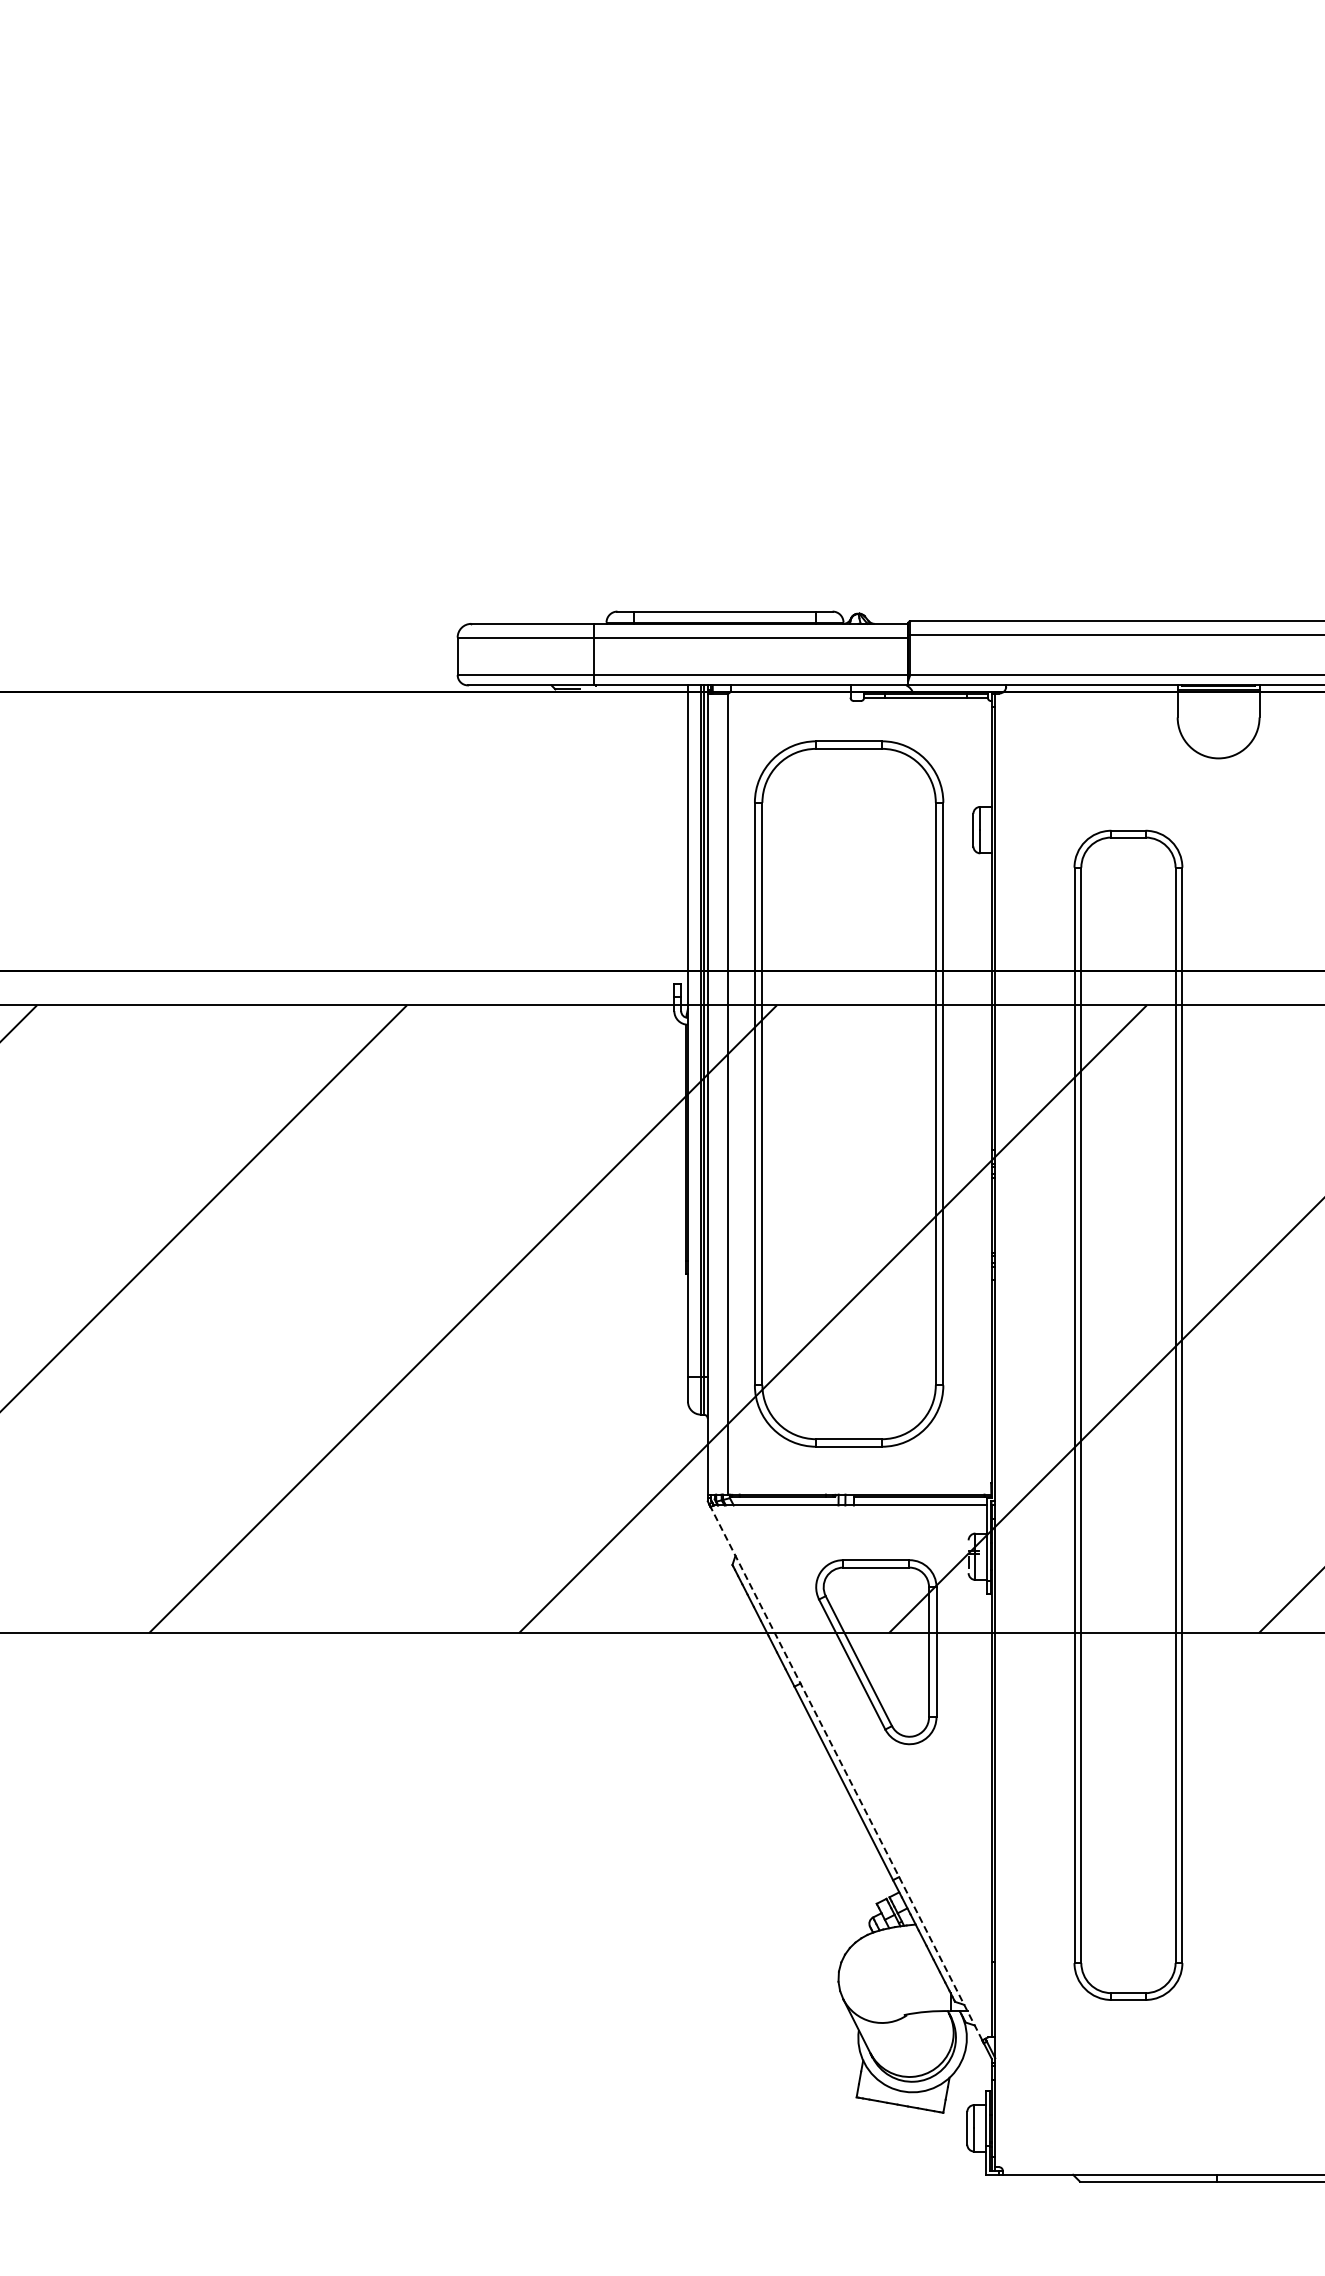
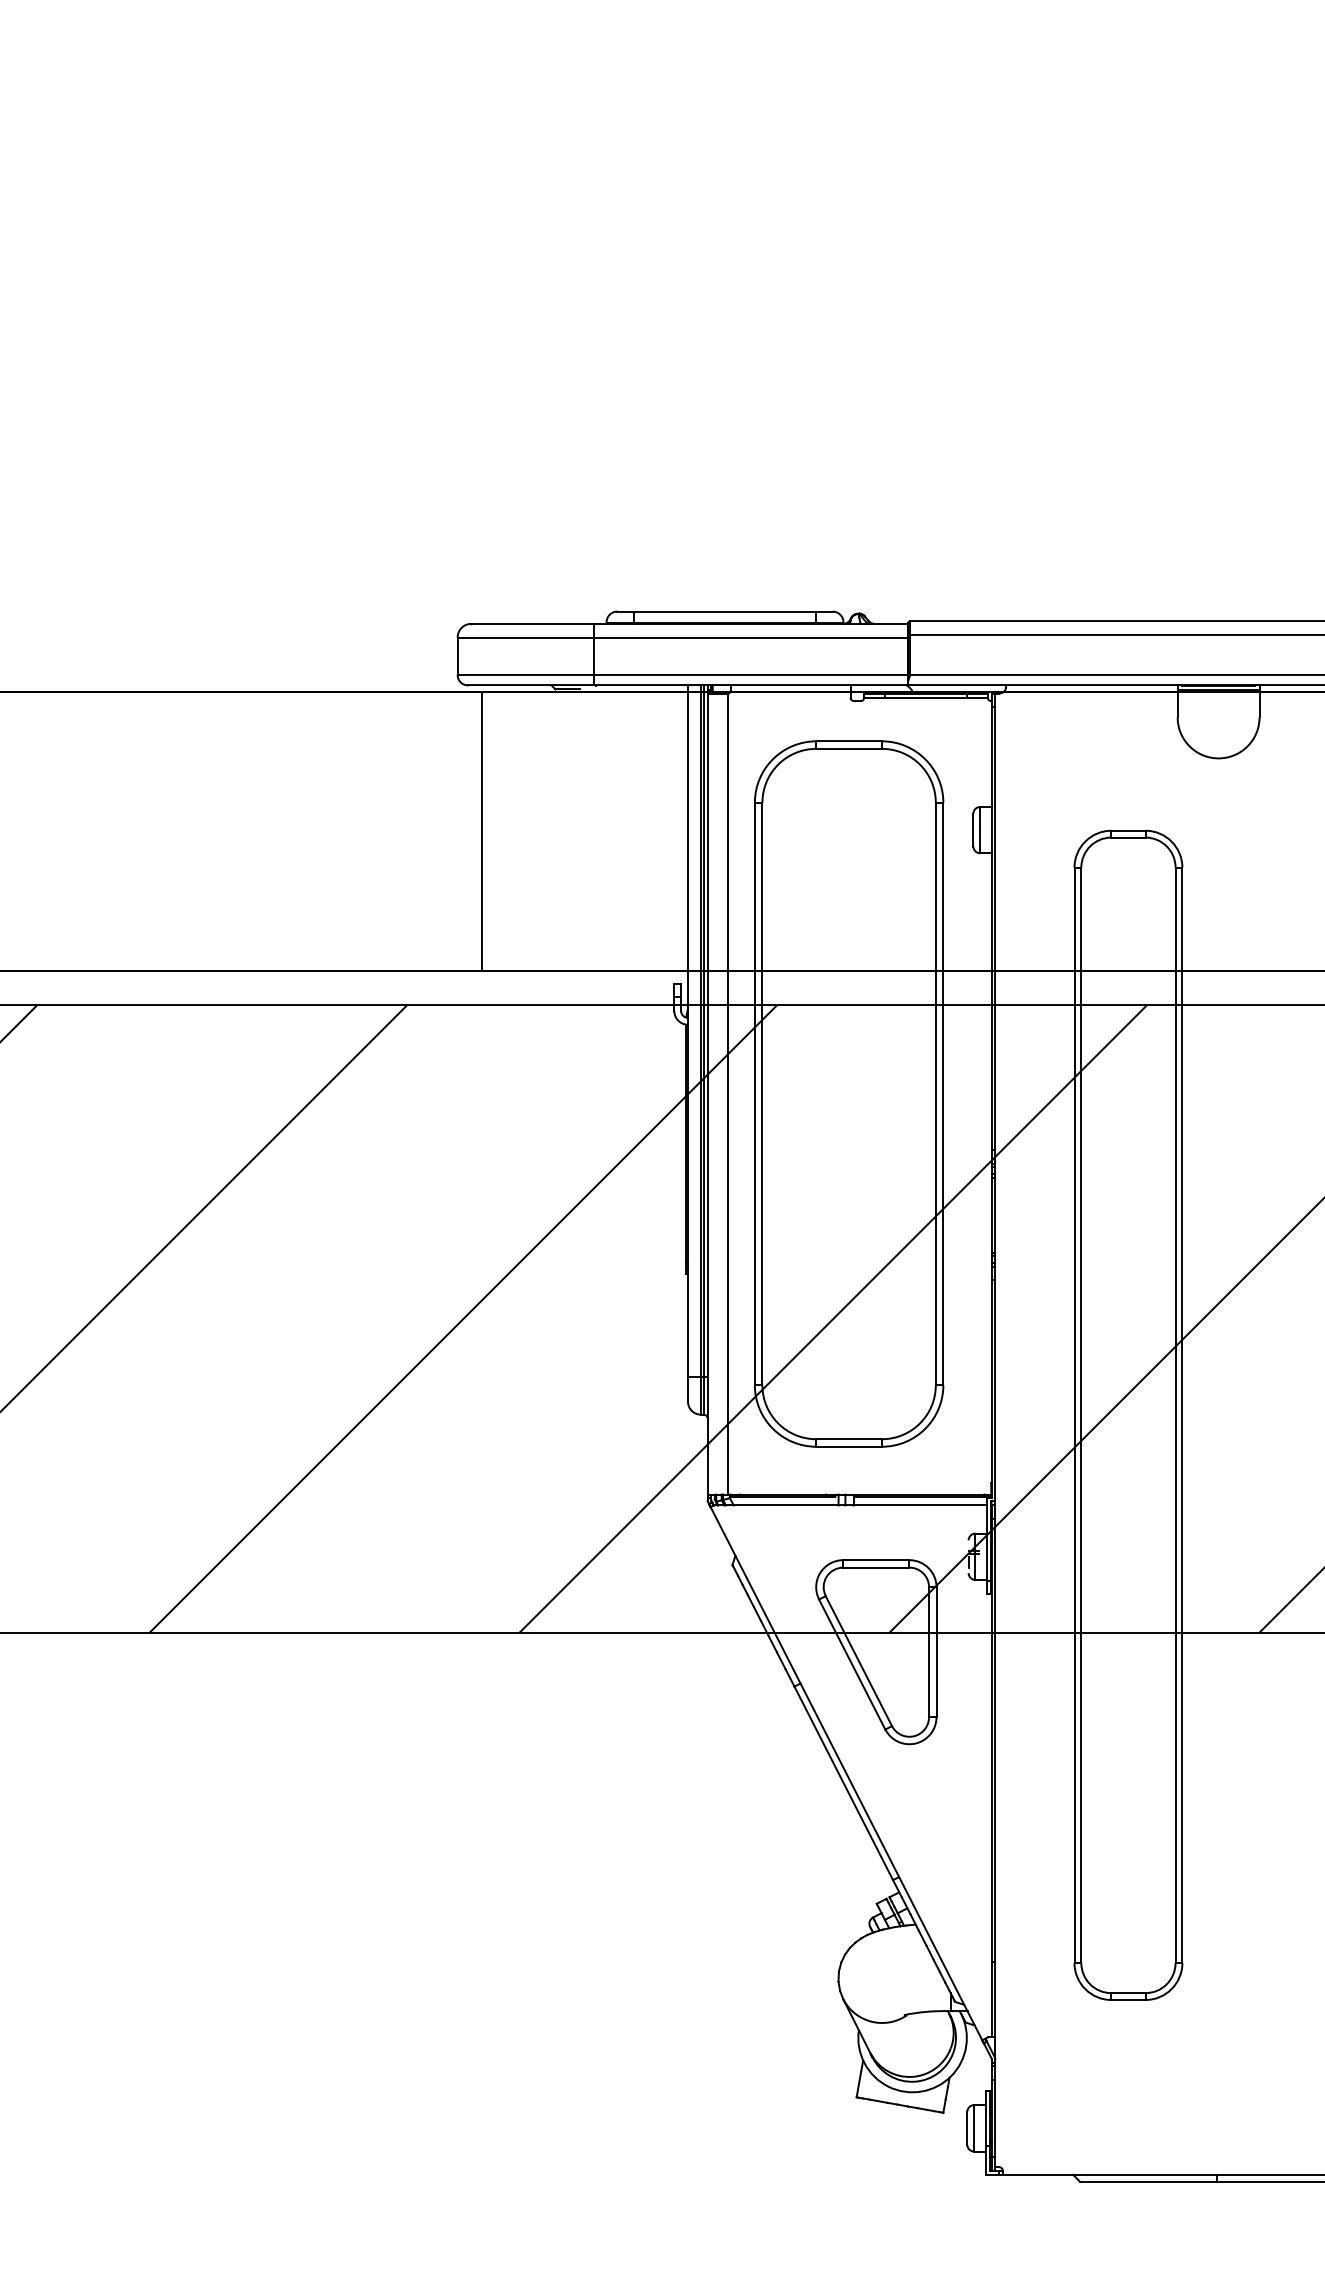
line at (482, 830): none -> present
line at (846, 1773): dashed -> solid
